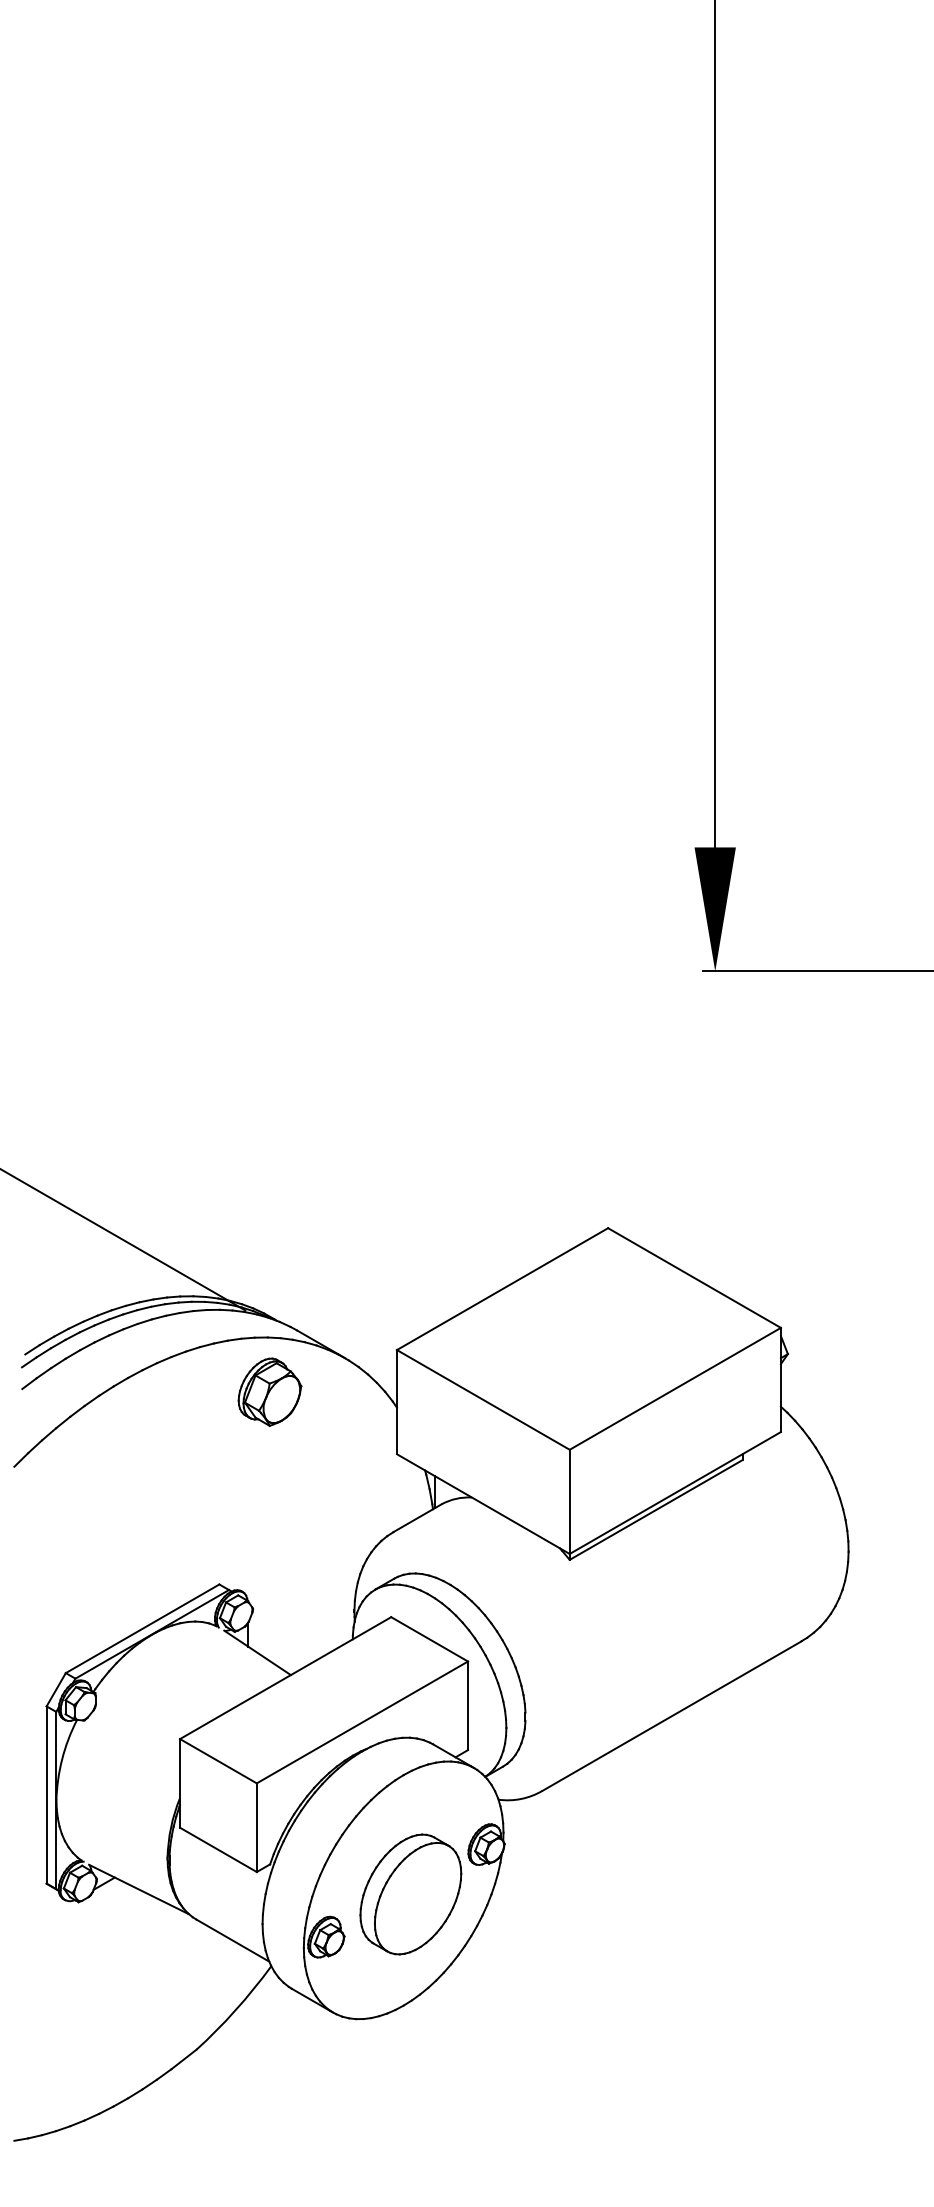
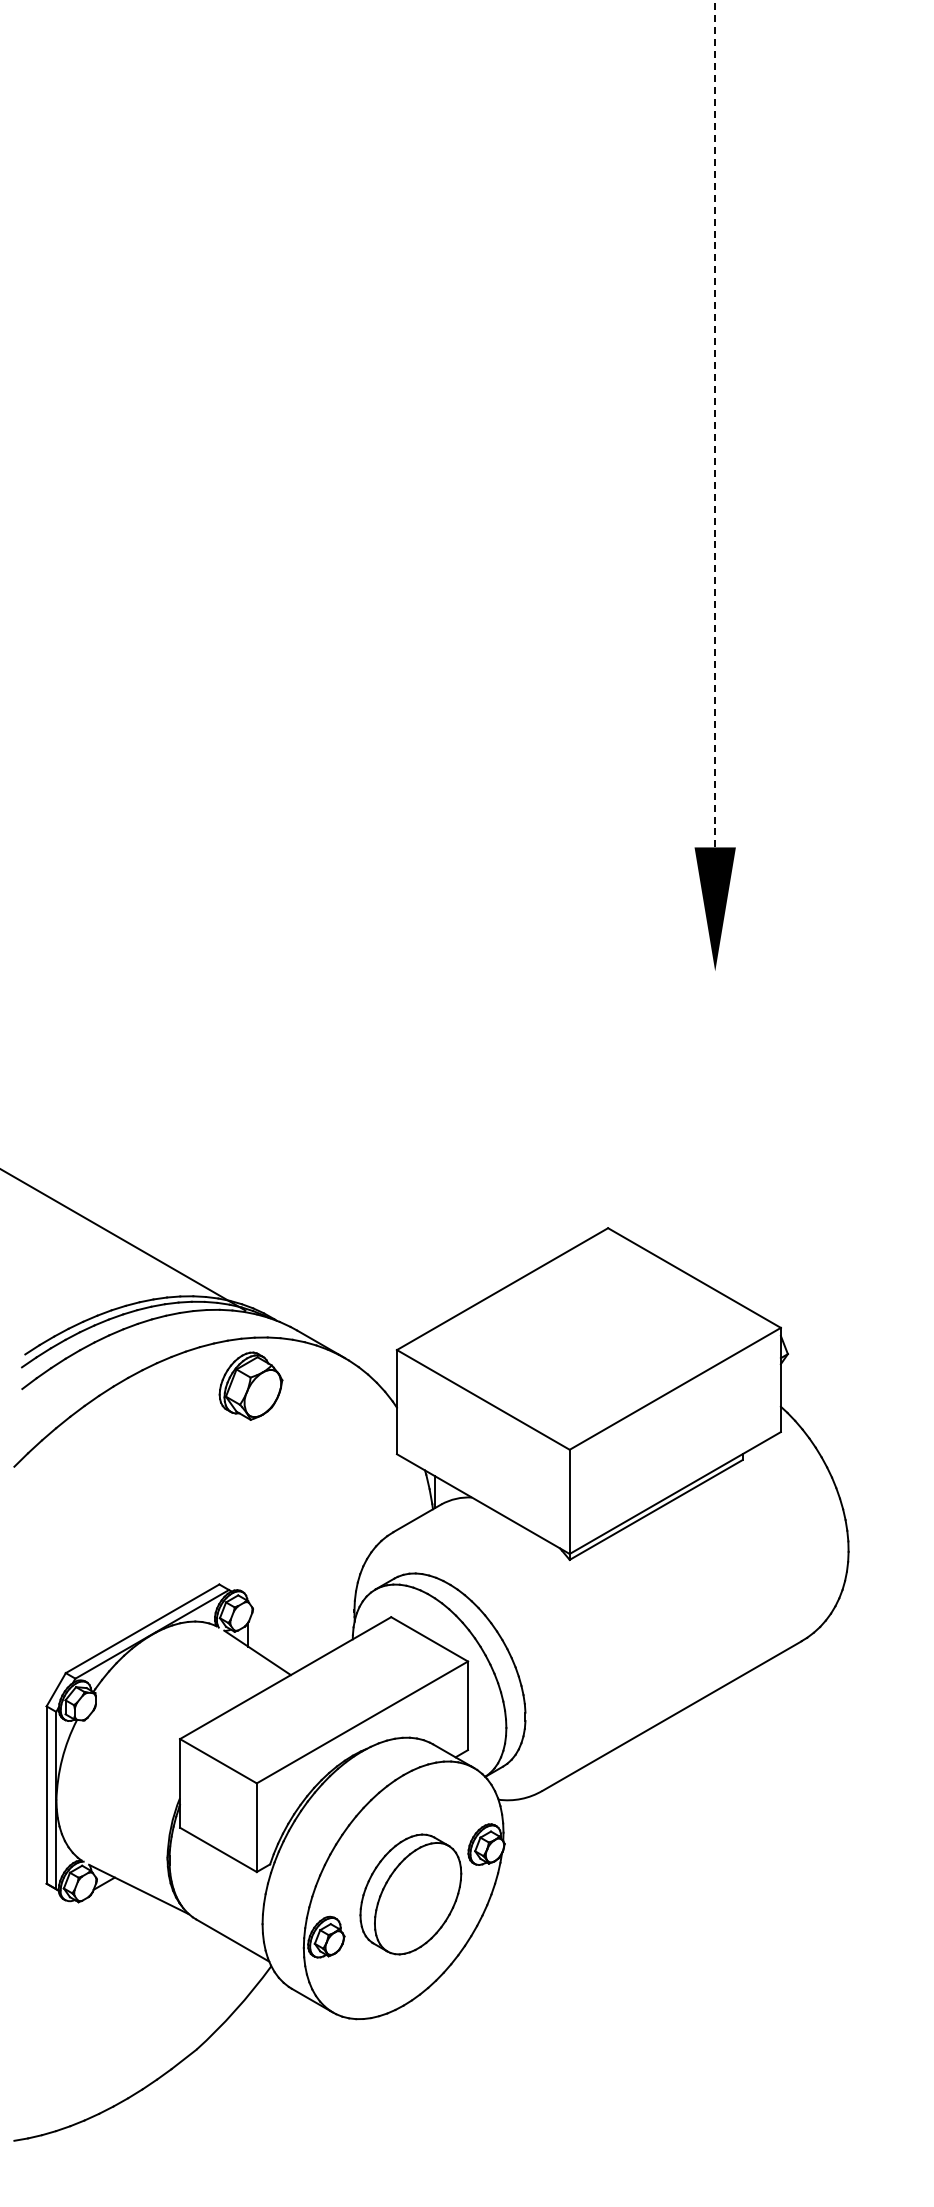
line at (715, 423): solid -> dashed
line at (816, 971): present -> none
part at (269, 1391) position: (269, 1391) -> (250, 1385)
